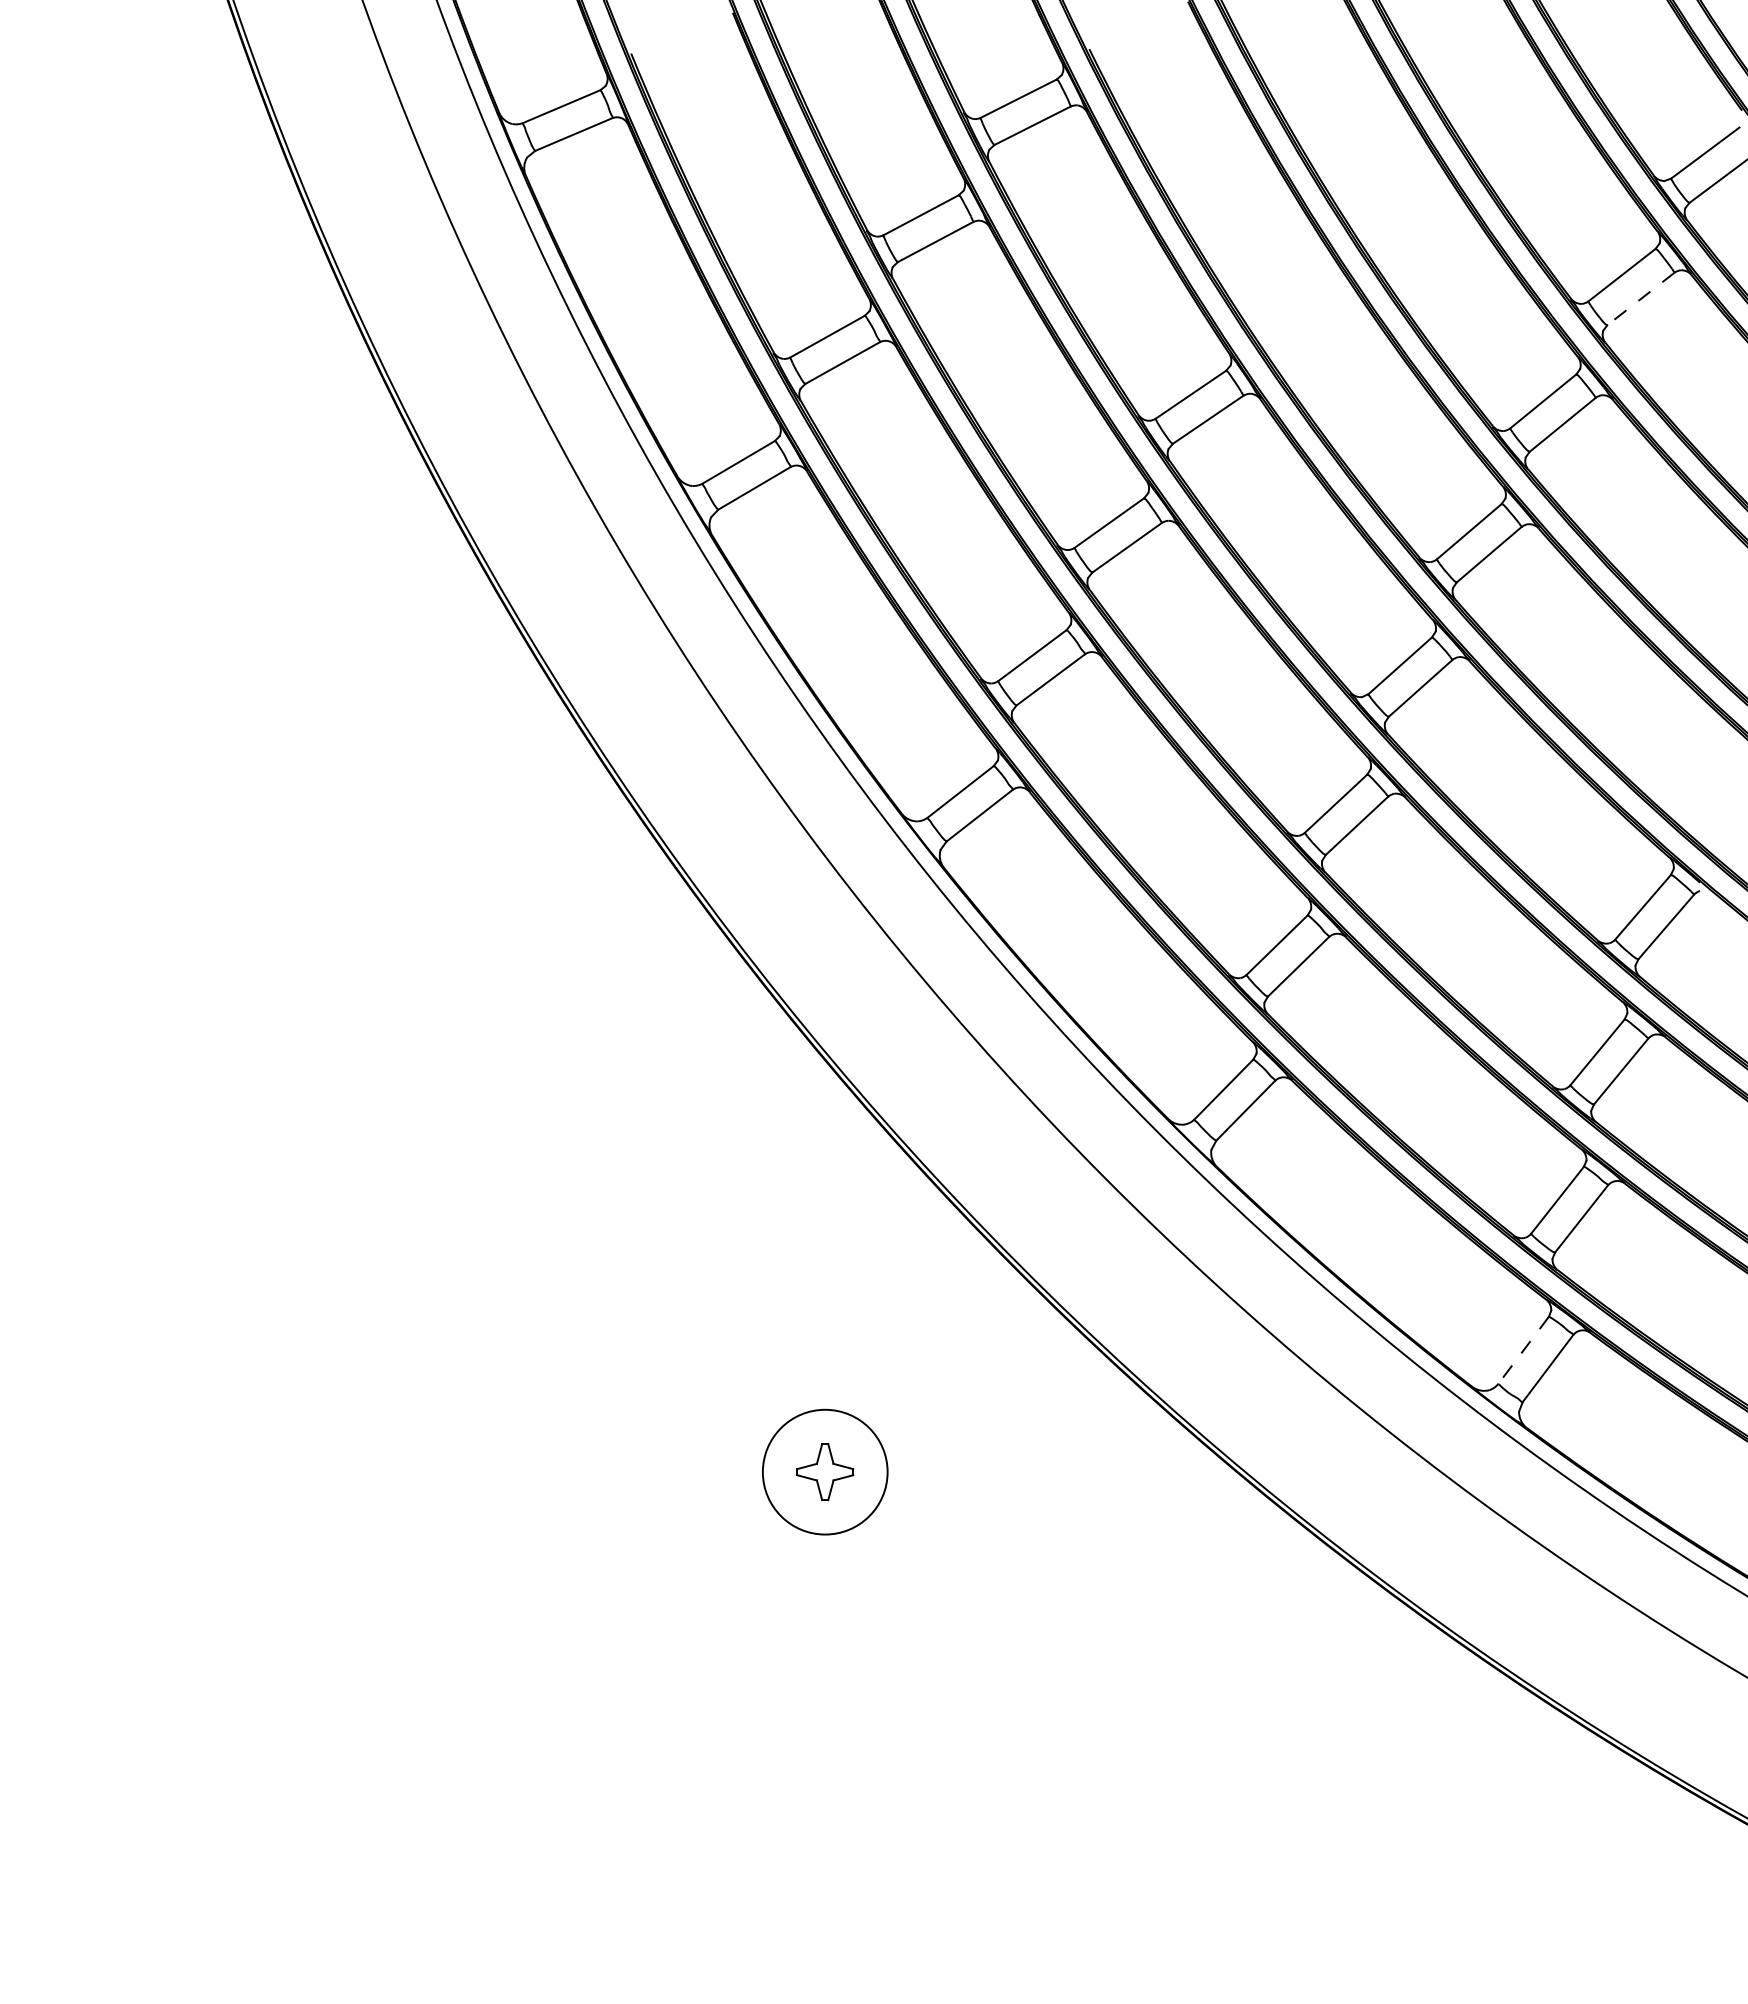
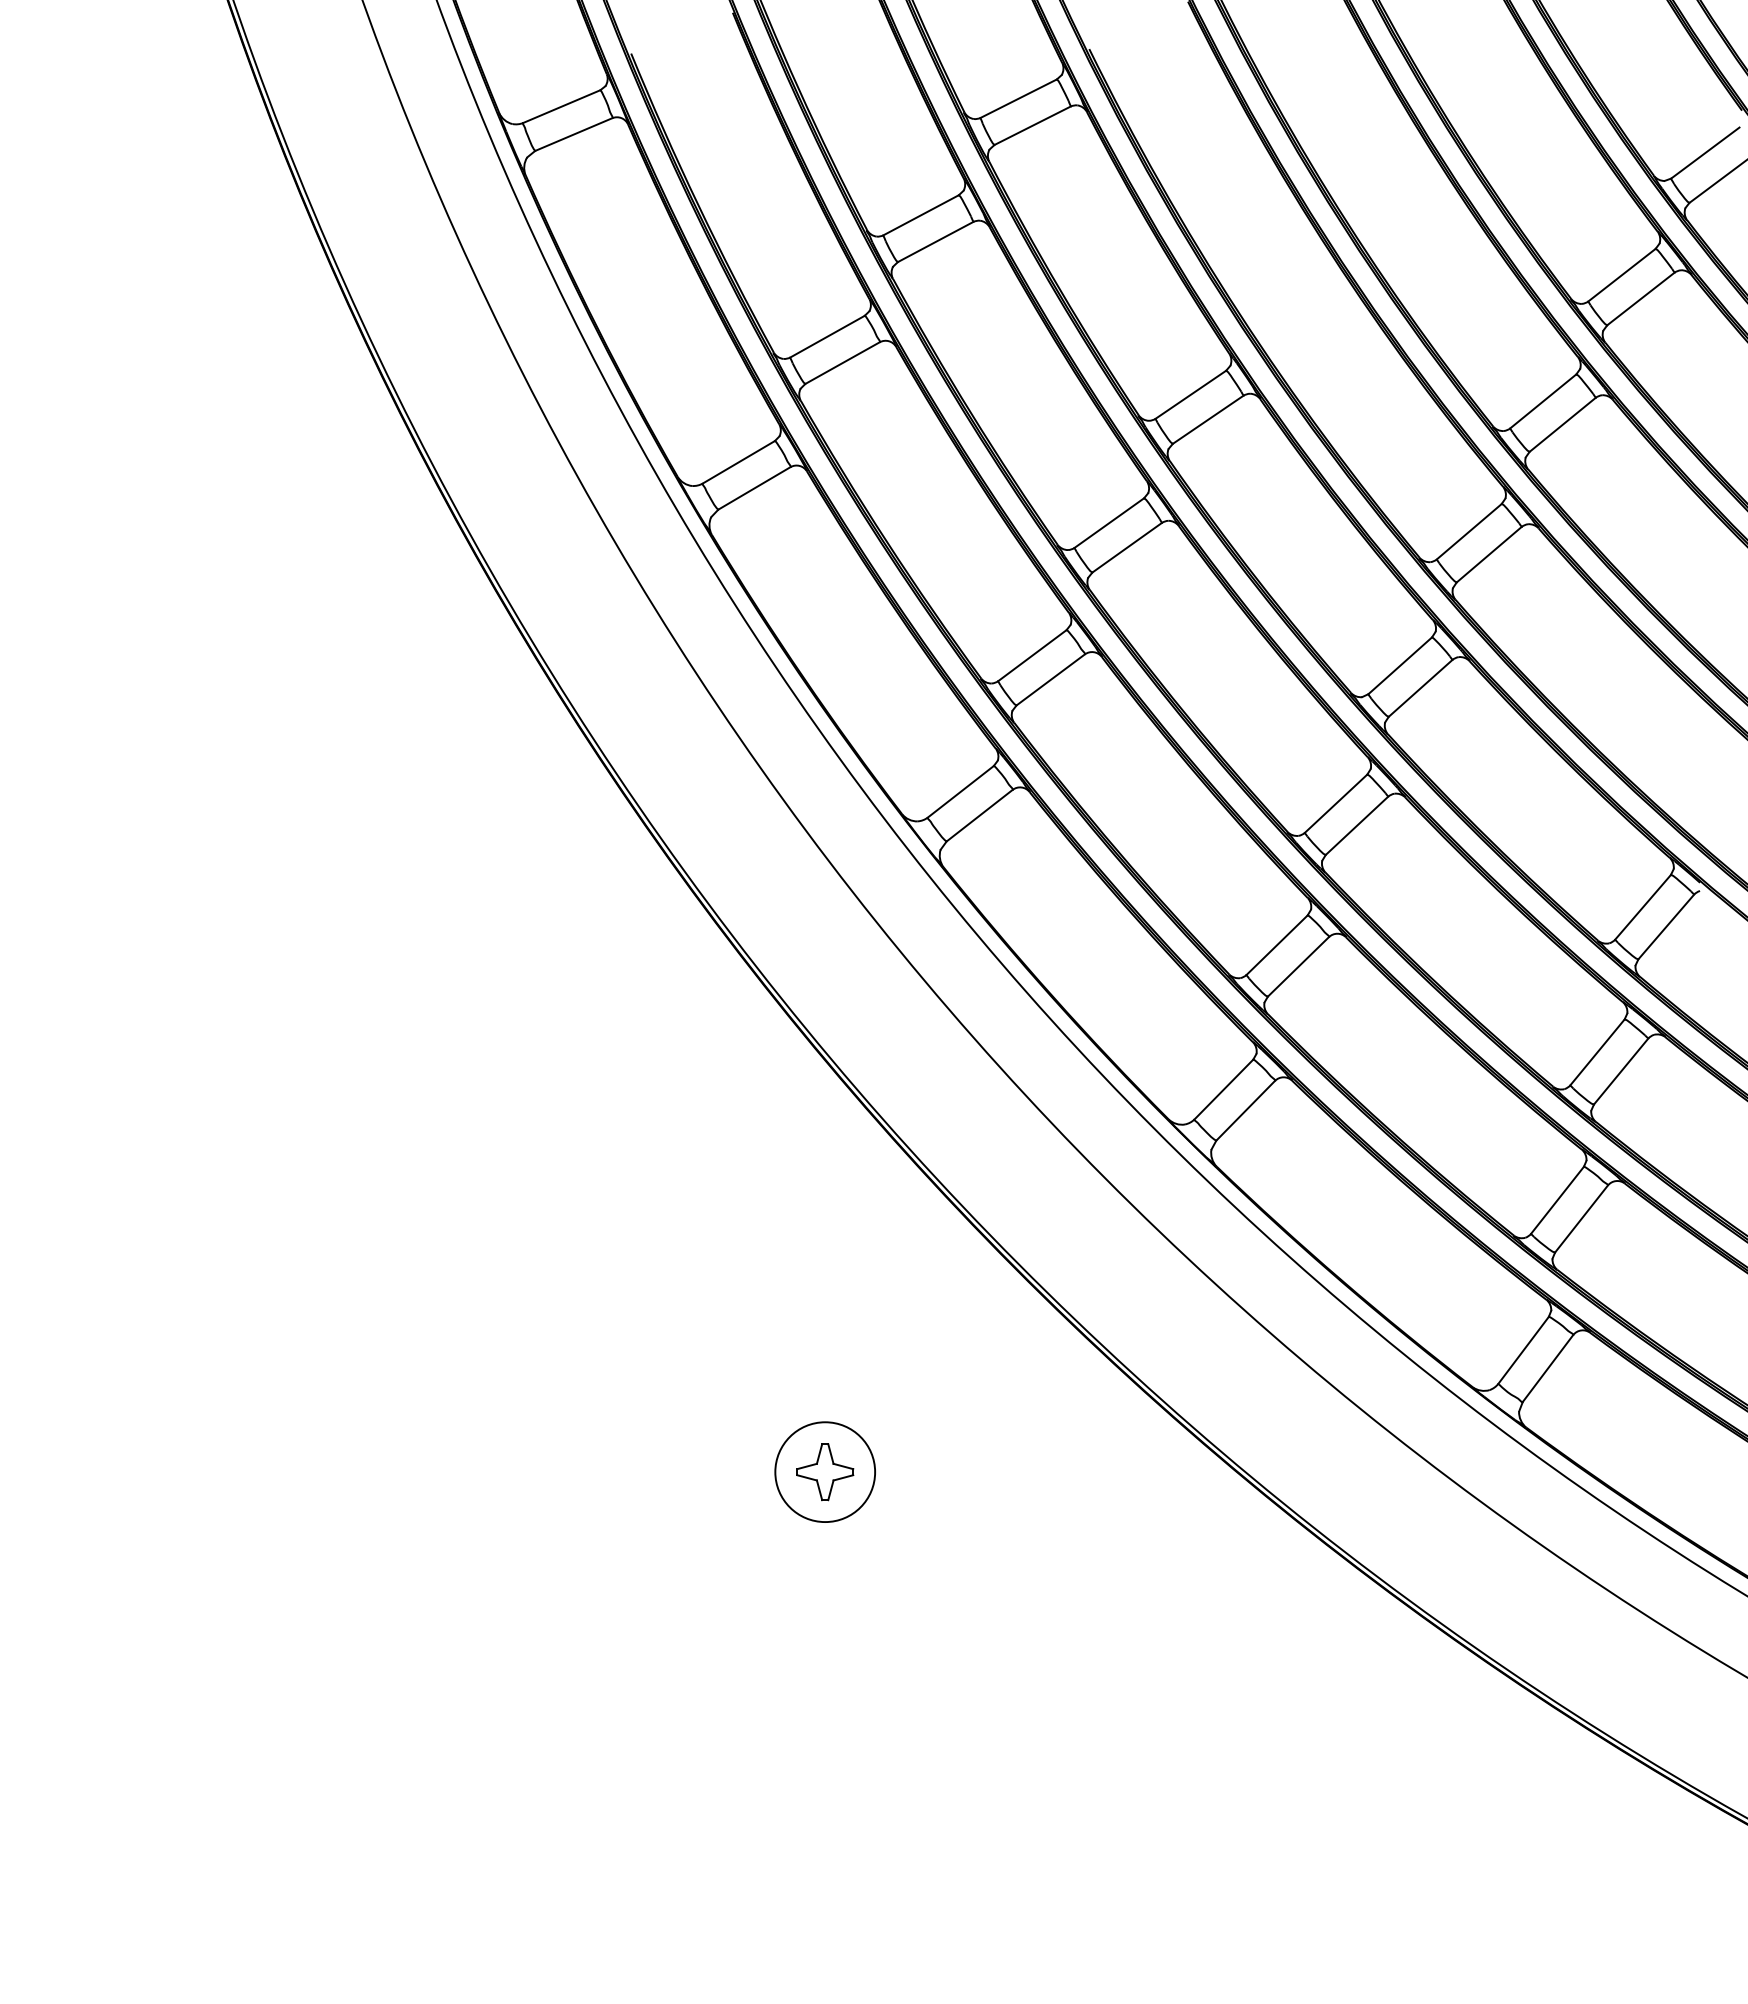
line at (1640, 299): dashed -> solid
line at (1523, 1350): dashed -> solid
circle at (824, 1471) diameter: 125 px -> 100 px
